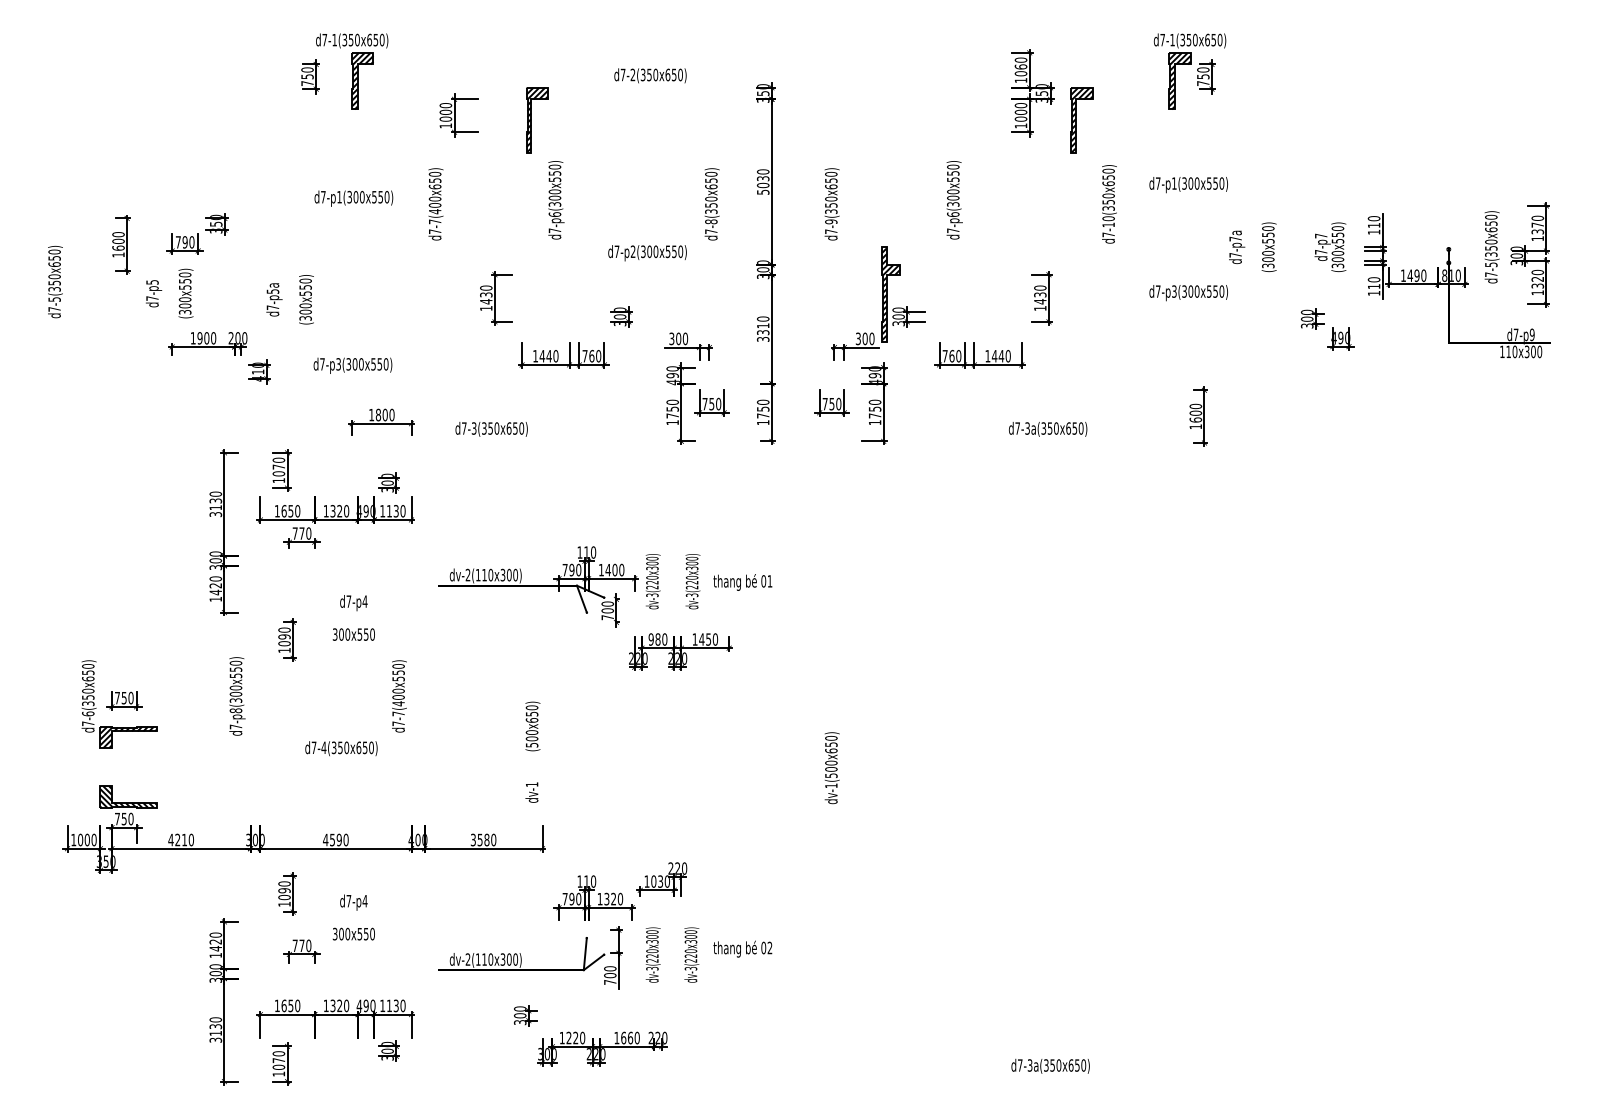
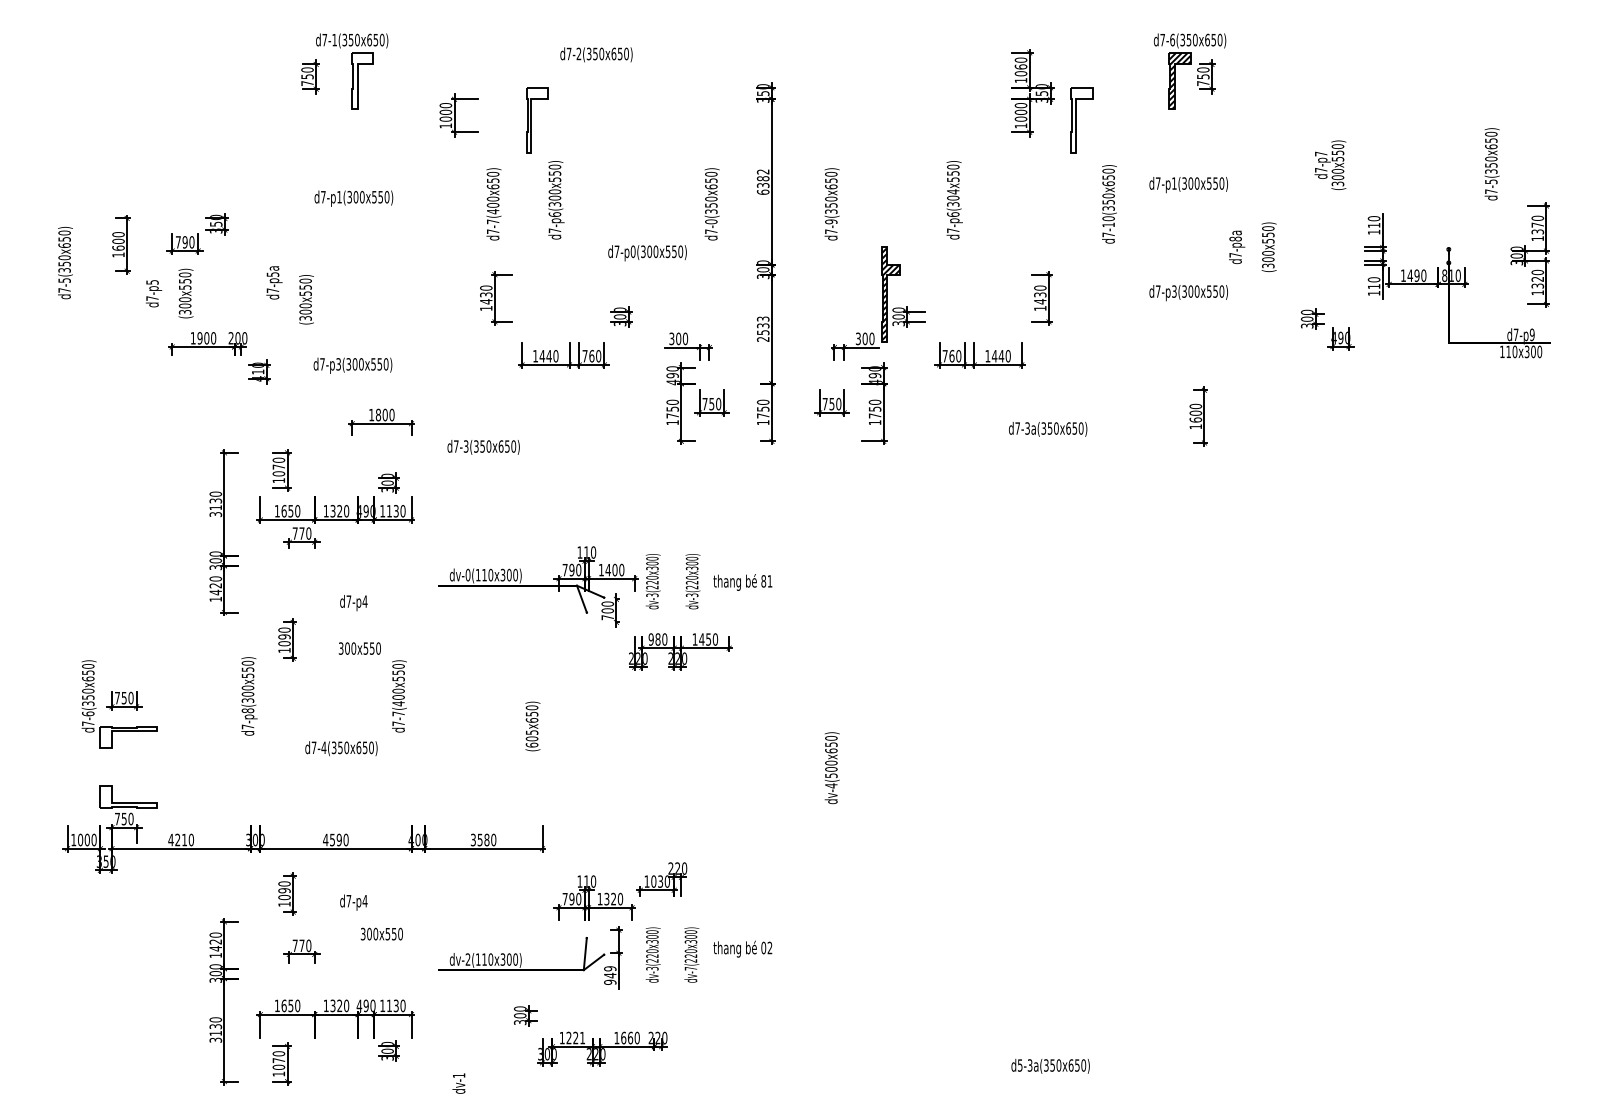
text at (1172, 39): d7-1(350x650) -> d7-6(350x650)
text at (650, 75) position: (650, 75) -> (596, 54)
hatch at (362, 80): present -> none
hatch at (536, 119): present -> none
hatch at (1081, 119): present -> none
text at (762, 181): 5030 -> 6382
text at (953, 191): d7-p6(300x550) -> d7-p6(304x550)
text at (435, 204) position: (435, 204) -> (493, 204)
text at (711, 221): d7-8(350x650) -> d7-0(350x650)
text at (1235, 238): d7-p7a -> d7-p8a
text at (1330, 246) position: (1330, 246) -> (1330, 164)
text at (1491, 247) position: (1491, 247) -> (1491, 164)
text at (632, 251): d7-p2(300x550) -> d7-p0(300x550)
text at (55, 282) position: (55, 282) -> (65, 263)
text at (274, 299) position: (274, 299) -> (274, 282)
text at (762, 328): 3310 -> 2533
text at (491, 429) position: (491, 429) -> (483, 447)
text at (467, 574): dv-2(110x300) -> dv-0(110x300)
text at (763, 581): 01 -> 81
text at (353, 634) position: (353, 634) -> (359, 648)
text at (237, 696) position: (237, 696) -> (249, 696)
hatch at (128, 737): present -> none
text at (531, 738): (500x650) -> (605x650)
text at (831, 785): dv-1(500x650) -> dv-4(500x650)
text at (531, 792) position: (531, 792) -> (458, 1083)
hatch at (128, 796): present -> none
text at (353, 933) position: (353, 933) -> (381, 933)
text at (690, 968): dv-3(220x300) -> dv-7(220x300)
text at (610, 975): 700 -> 949
text at (582, 1037): 1220 -> 1221
text at (1019, 1065): d7-3a(350x650) -> d5-3a(350x650)
